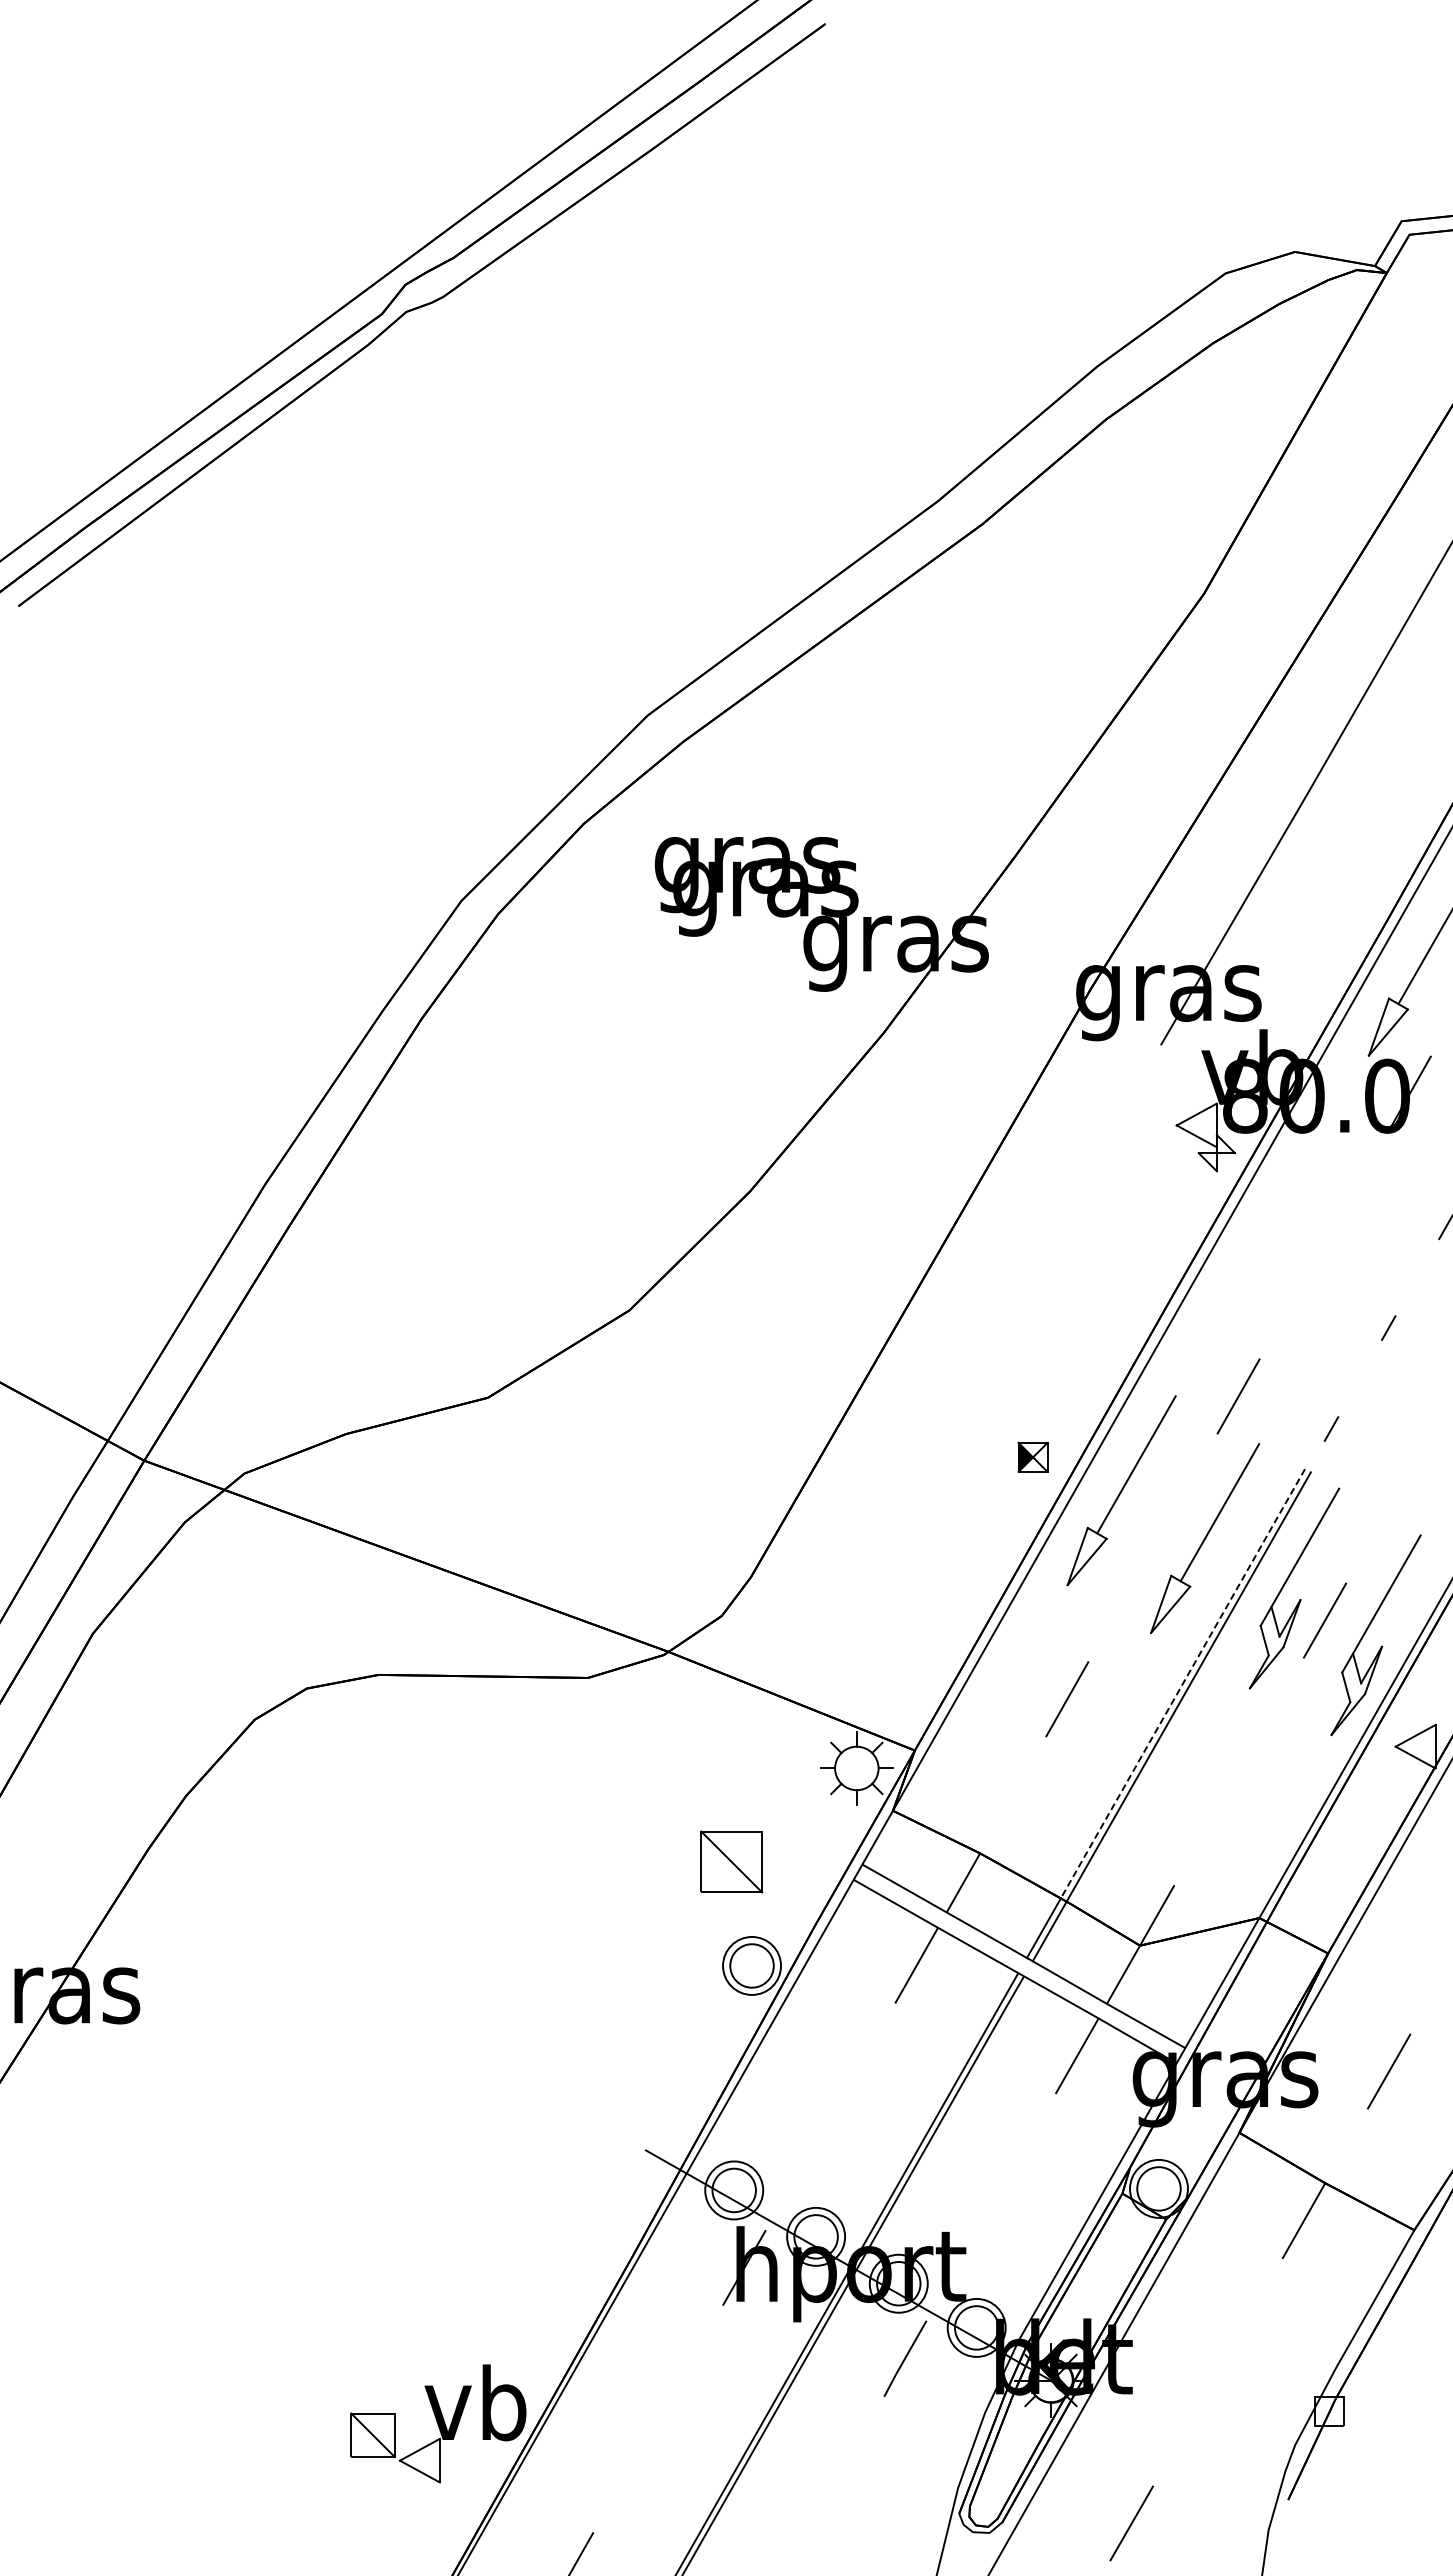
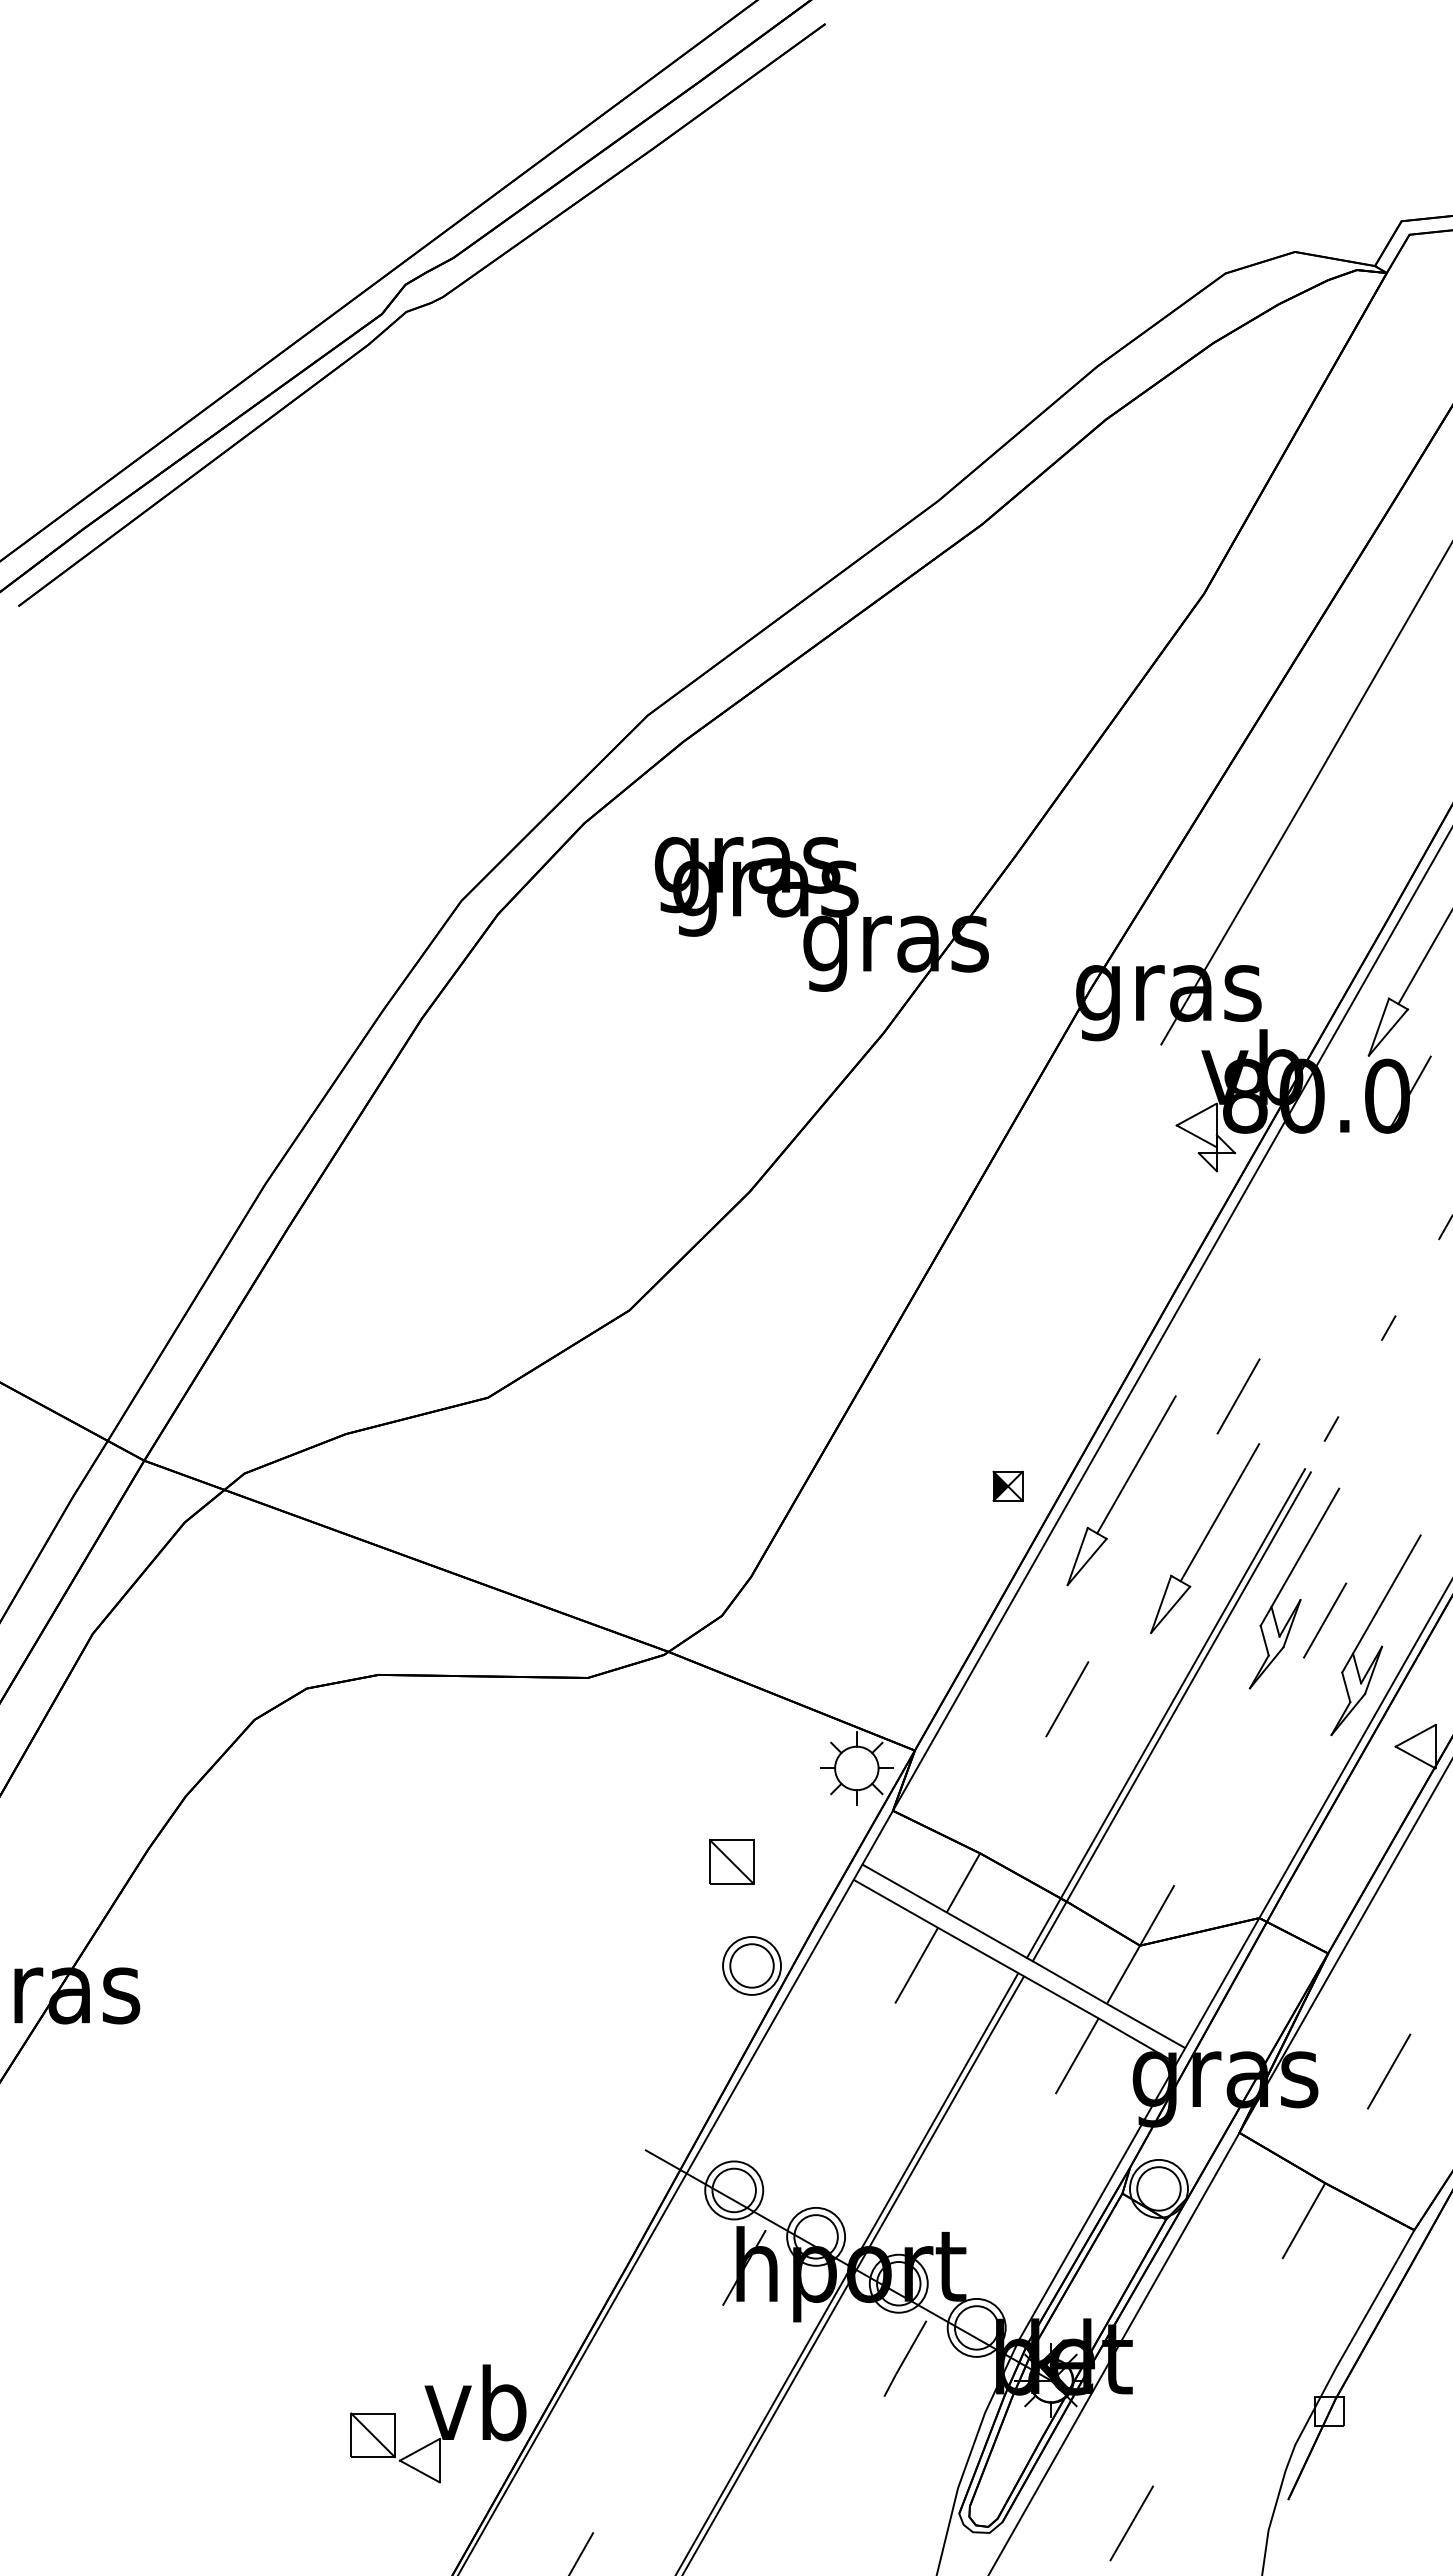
part at (1032, 1456) position: (1032, 1456) -> (1007, 1485)
line at (1182, 1683): dashed -> solid
part at (731, 1861) size: 64x64 px -> 46x46 px
